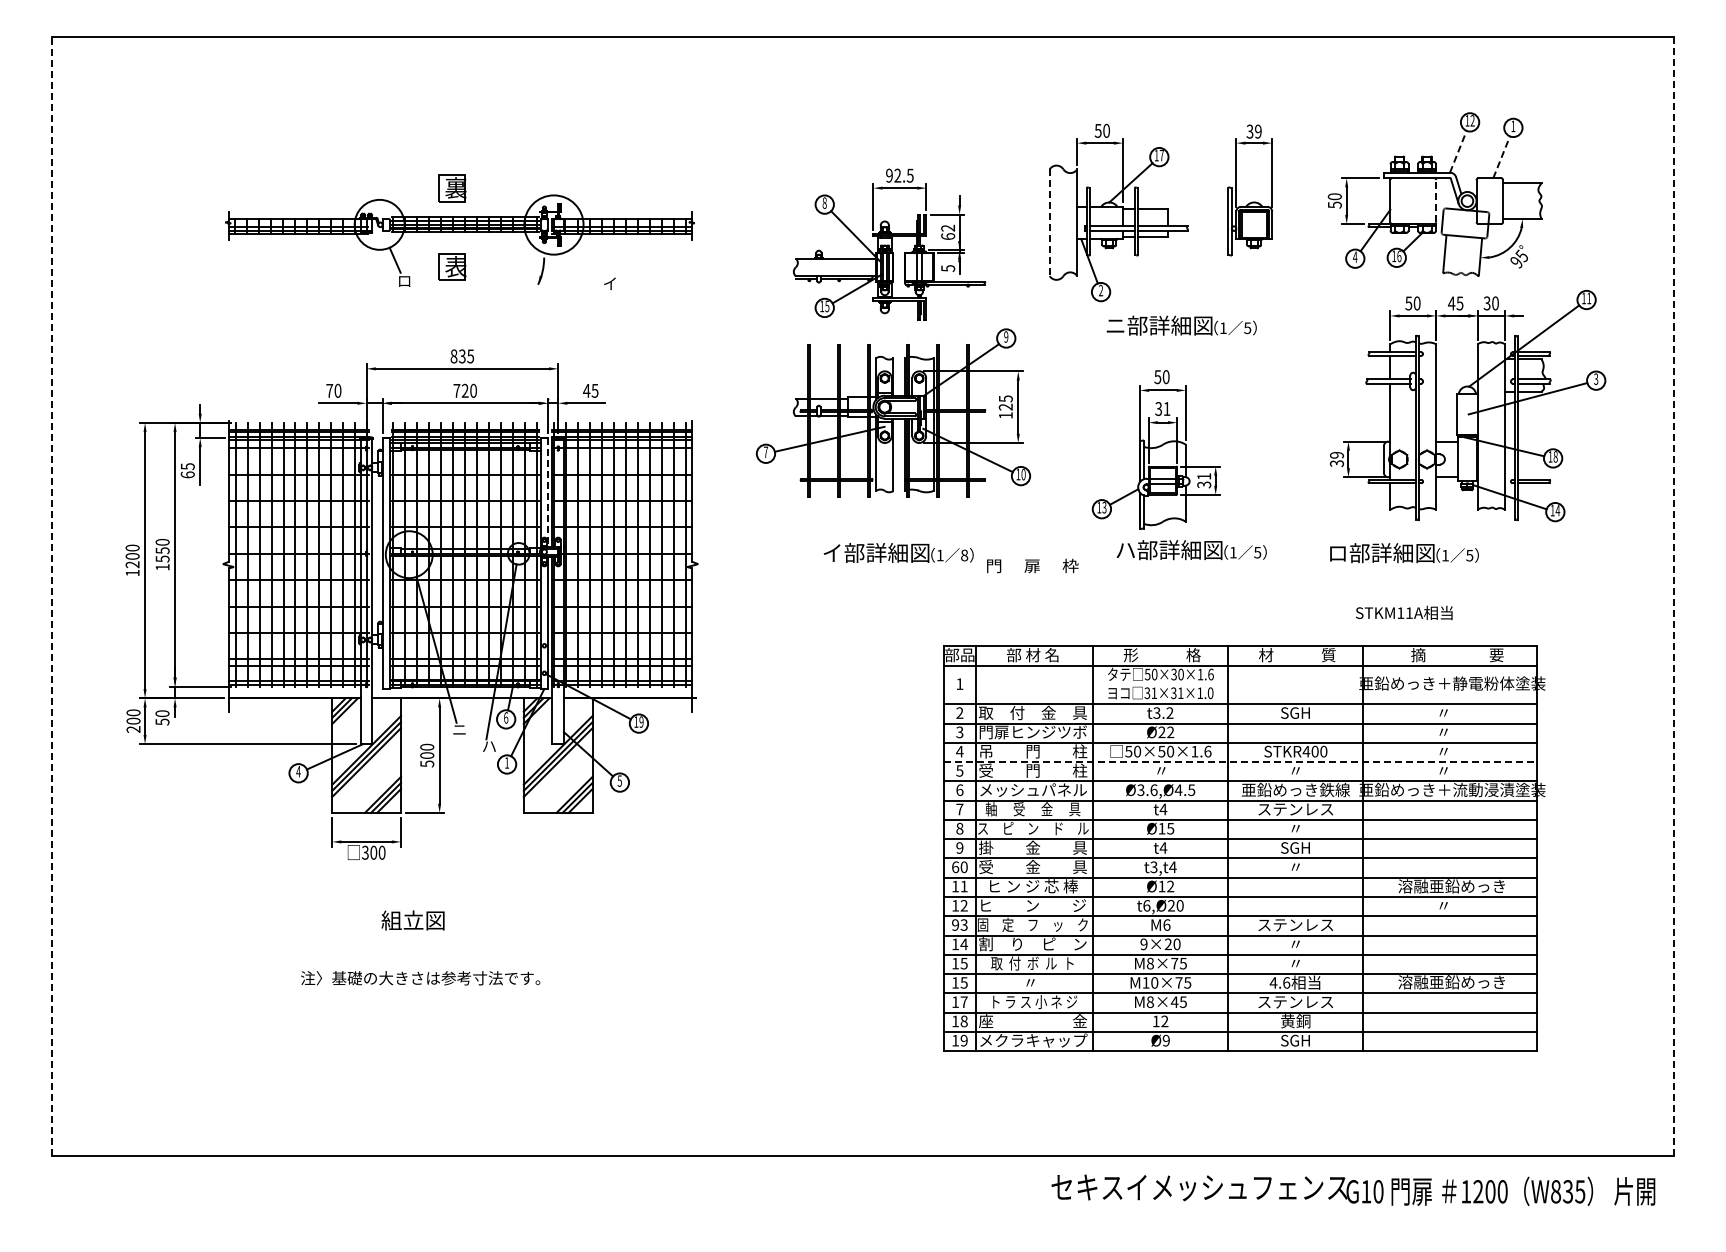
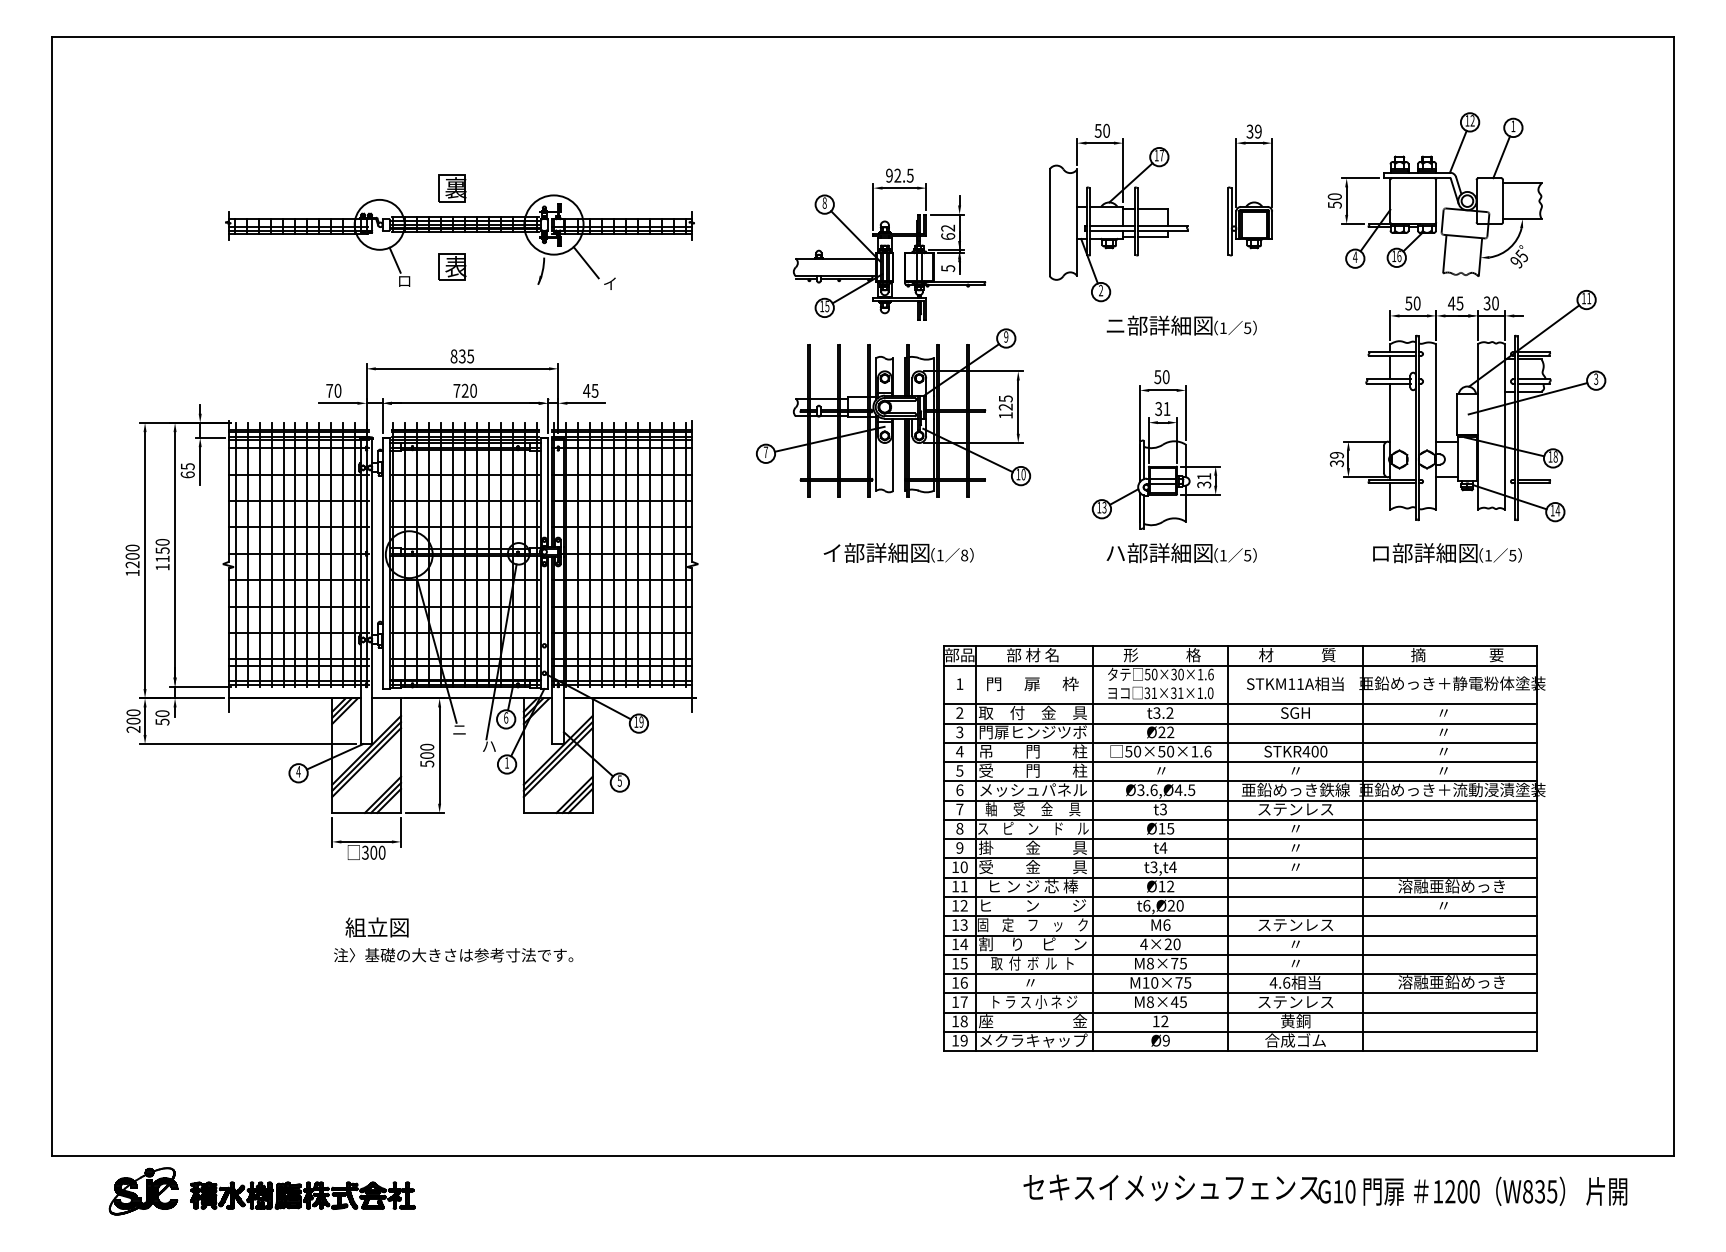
line at (1458, 151): dashed -> solid
line at (1501, 156): dashed -> solid
line at (1436, 200): dashed -> solid
line at (1049, 223): dashed -> solid
line at (585, 262): none -> present
line at (547, 492): dashed -> solid
text at (1191, 550) position: (1191, 550) -> (1181, 553)
text at (1404, 553) position: (1404, 553) -> (1447, 553)
text at (162, 558): 1550 -> 1150
text at (1032, 565) position: (1032, 565) -> (1032, 683)
line at (51, 596): dashed -> solid
line at (1674, 597): dashed -> solid
text at (1404, 612) position: (1404, 612) -> (1295, 683)
line at (1240, 762): dashed -> solid
text at (1163, 809): t4 -> t3
text at (1295, 847): SGH -> 〃
text at (955, 867): 60 -> 10
text at (412, 920) position: (412, 920) -> (376, 927)
text at (955, 924): 93 -> 13
text at (1143, 944): 9×20 -> 4×20
text at (420, 978) position: (420, 978) -> (453, 955)
text at (963, 982): 15 -> 16
text at (1295, 1040): SGH -> 合成ゴム
text at (1353, 1189) position: (1353, 1189) -> (1325, 1189)
part at (261, 1191): none -> present
